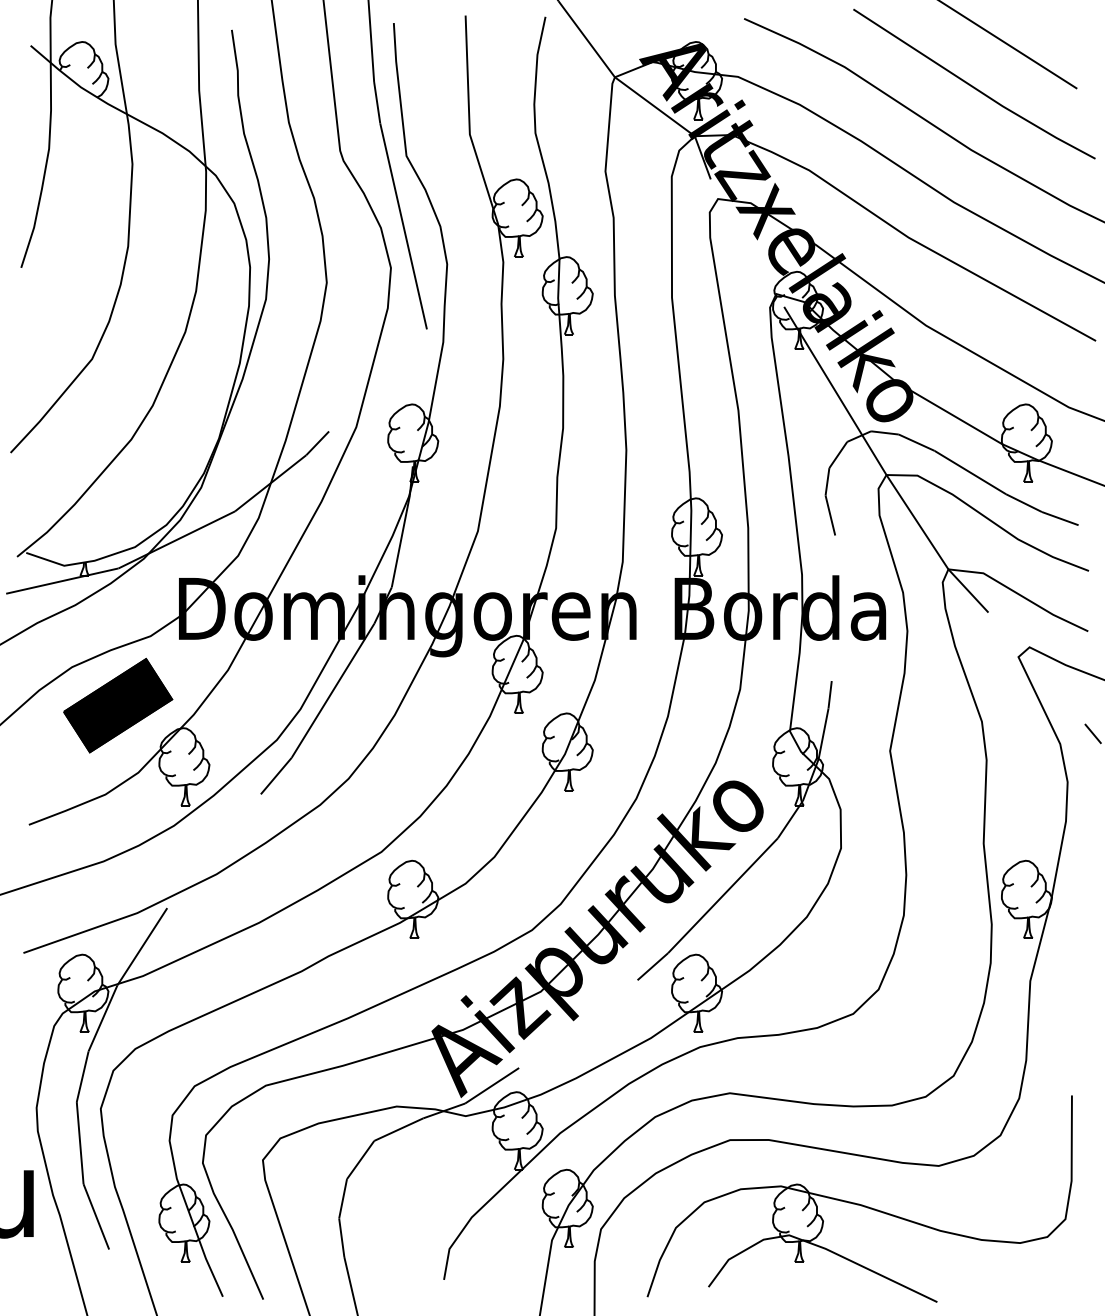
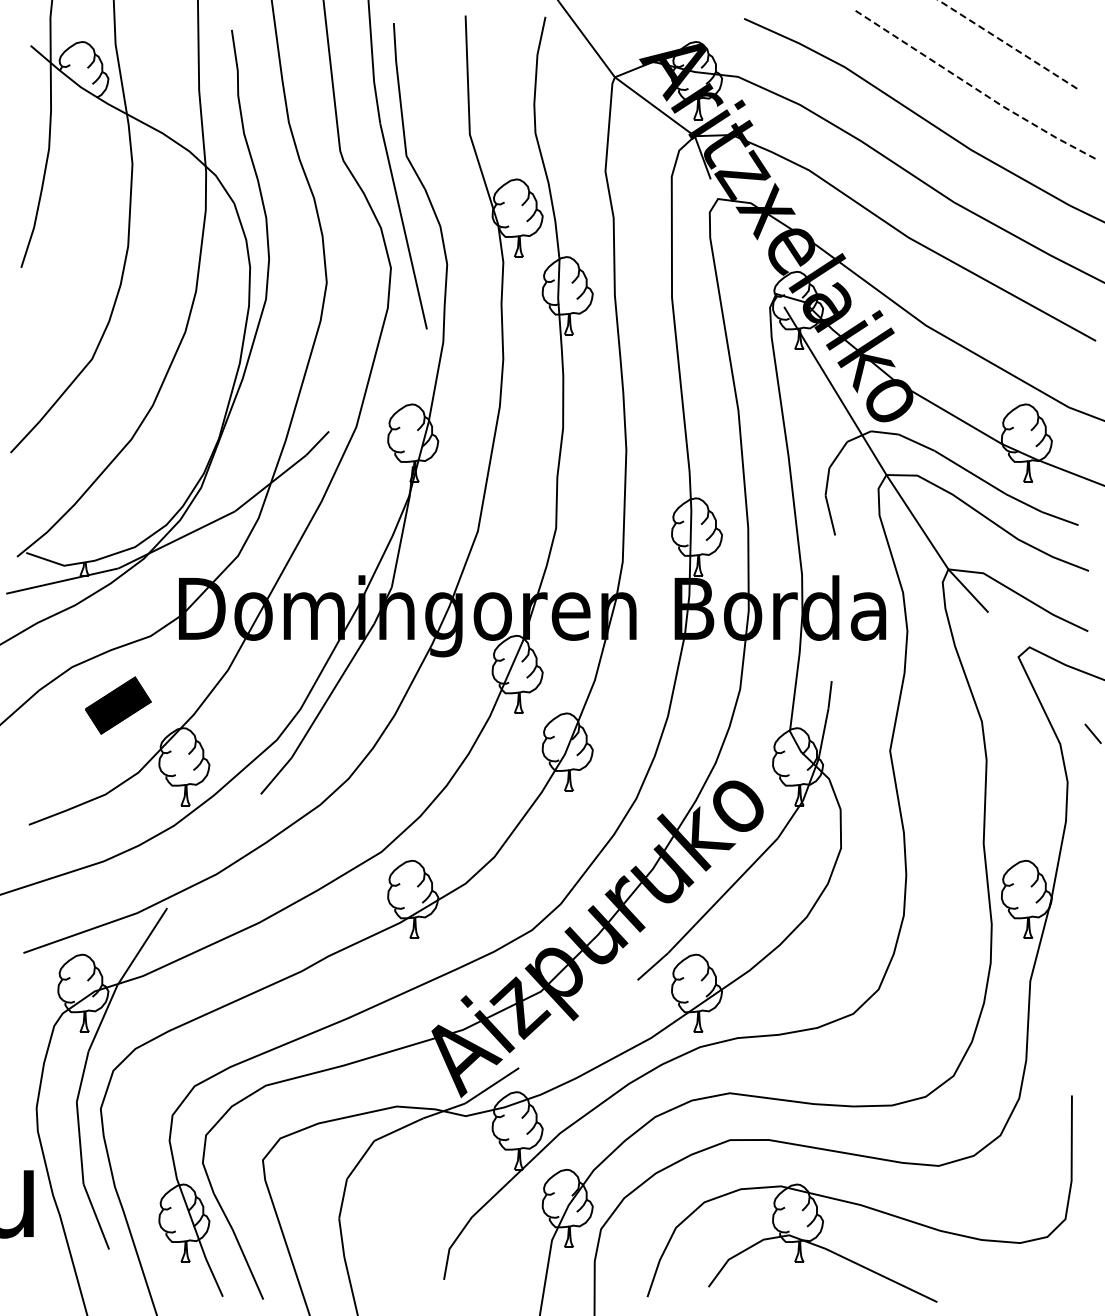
line at (1007, 44): solid -> dashed
line at (973, 87): solid -> dashed
part at (118, 705) size: 111x97 px -> 67x59 px
